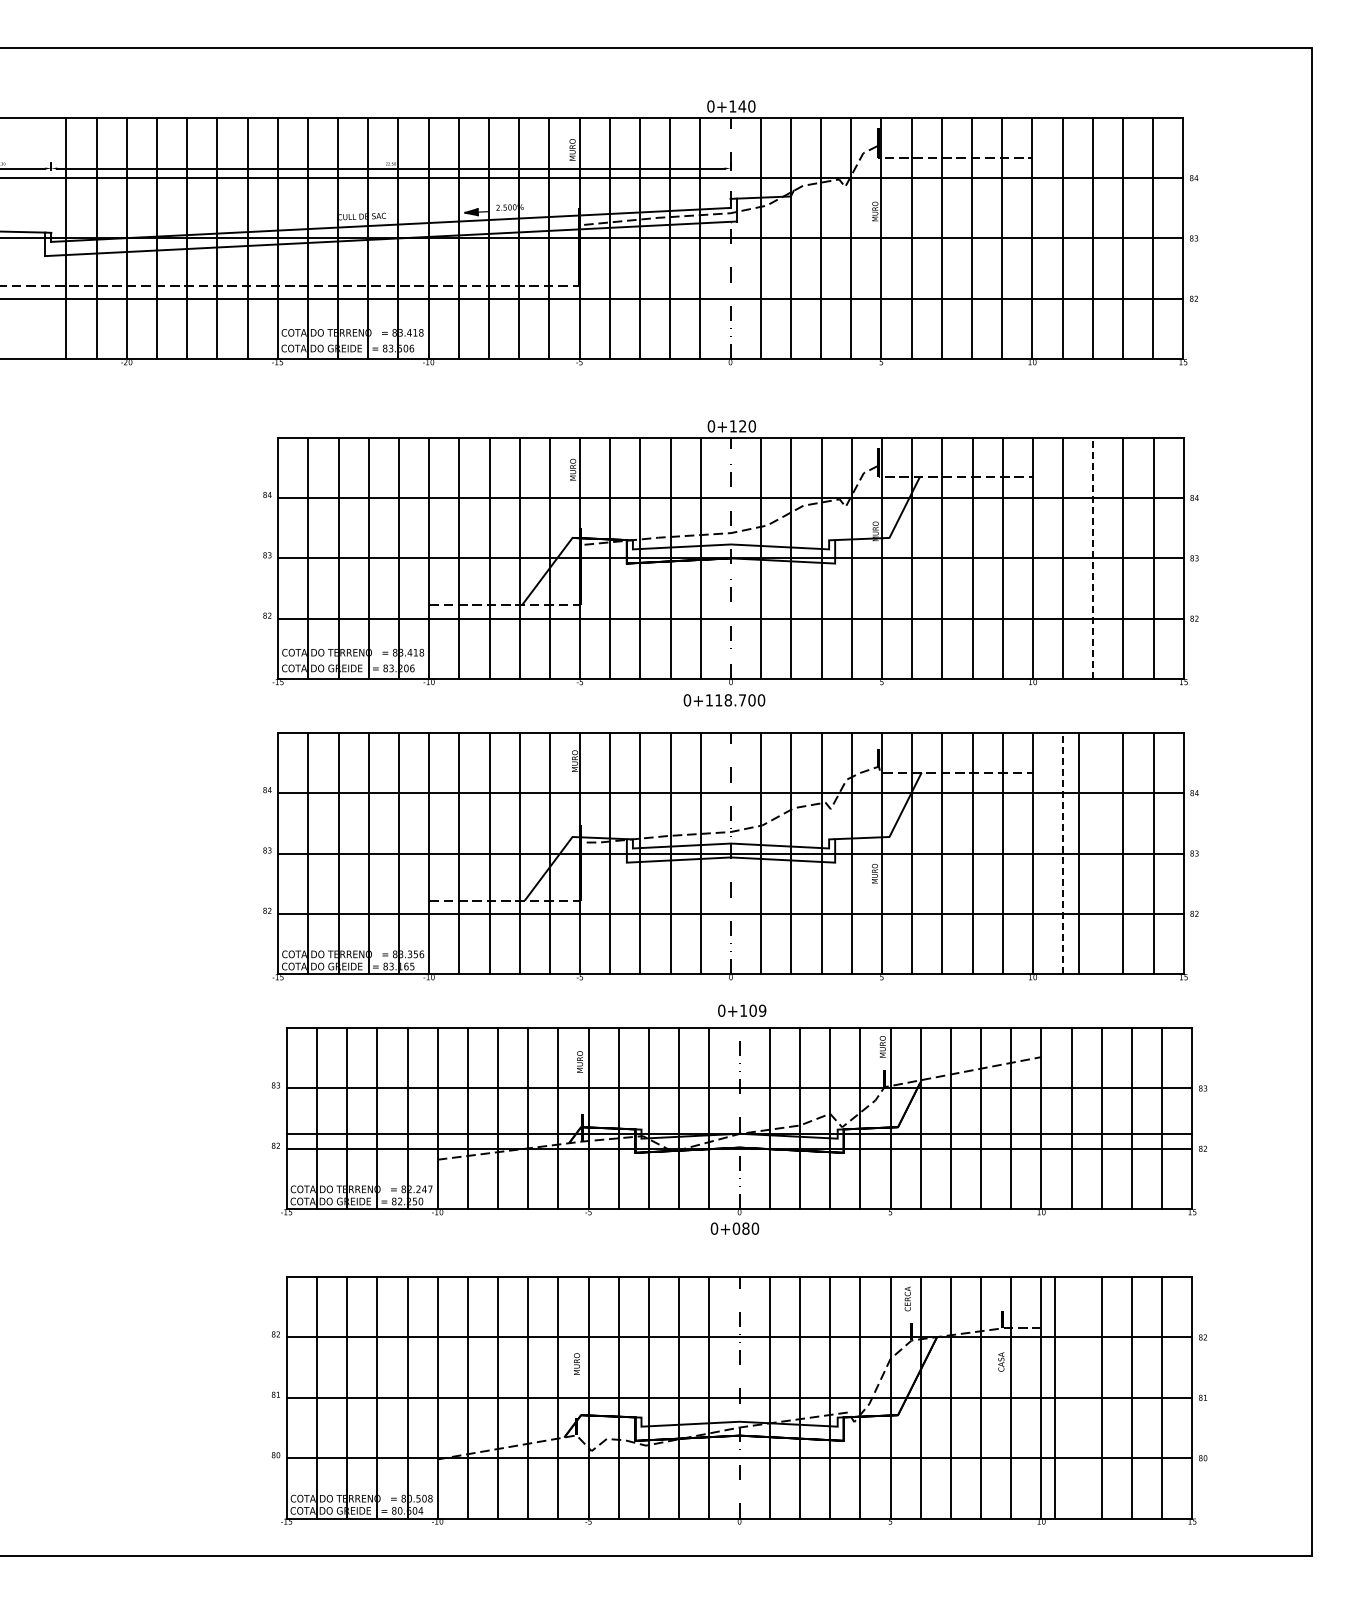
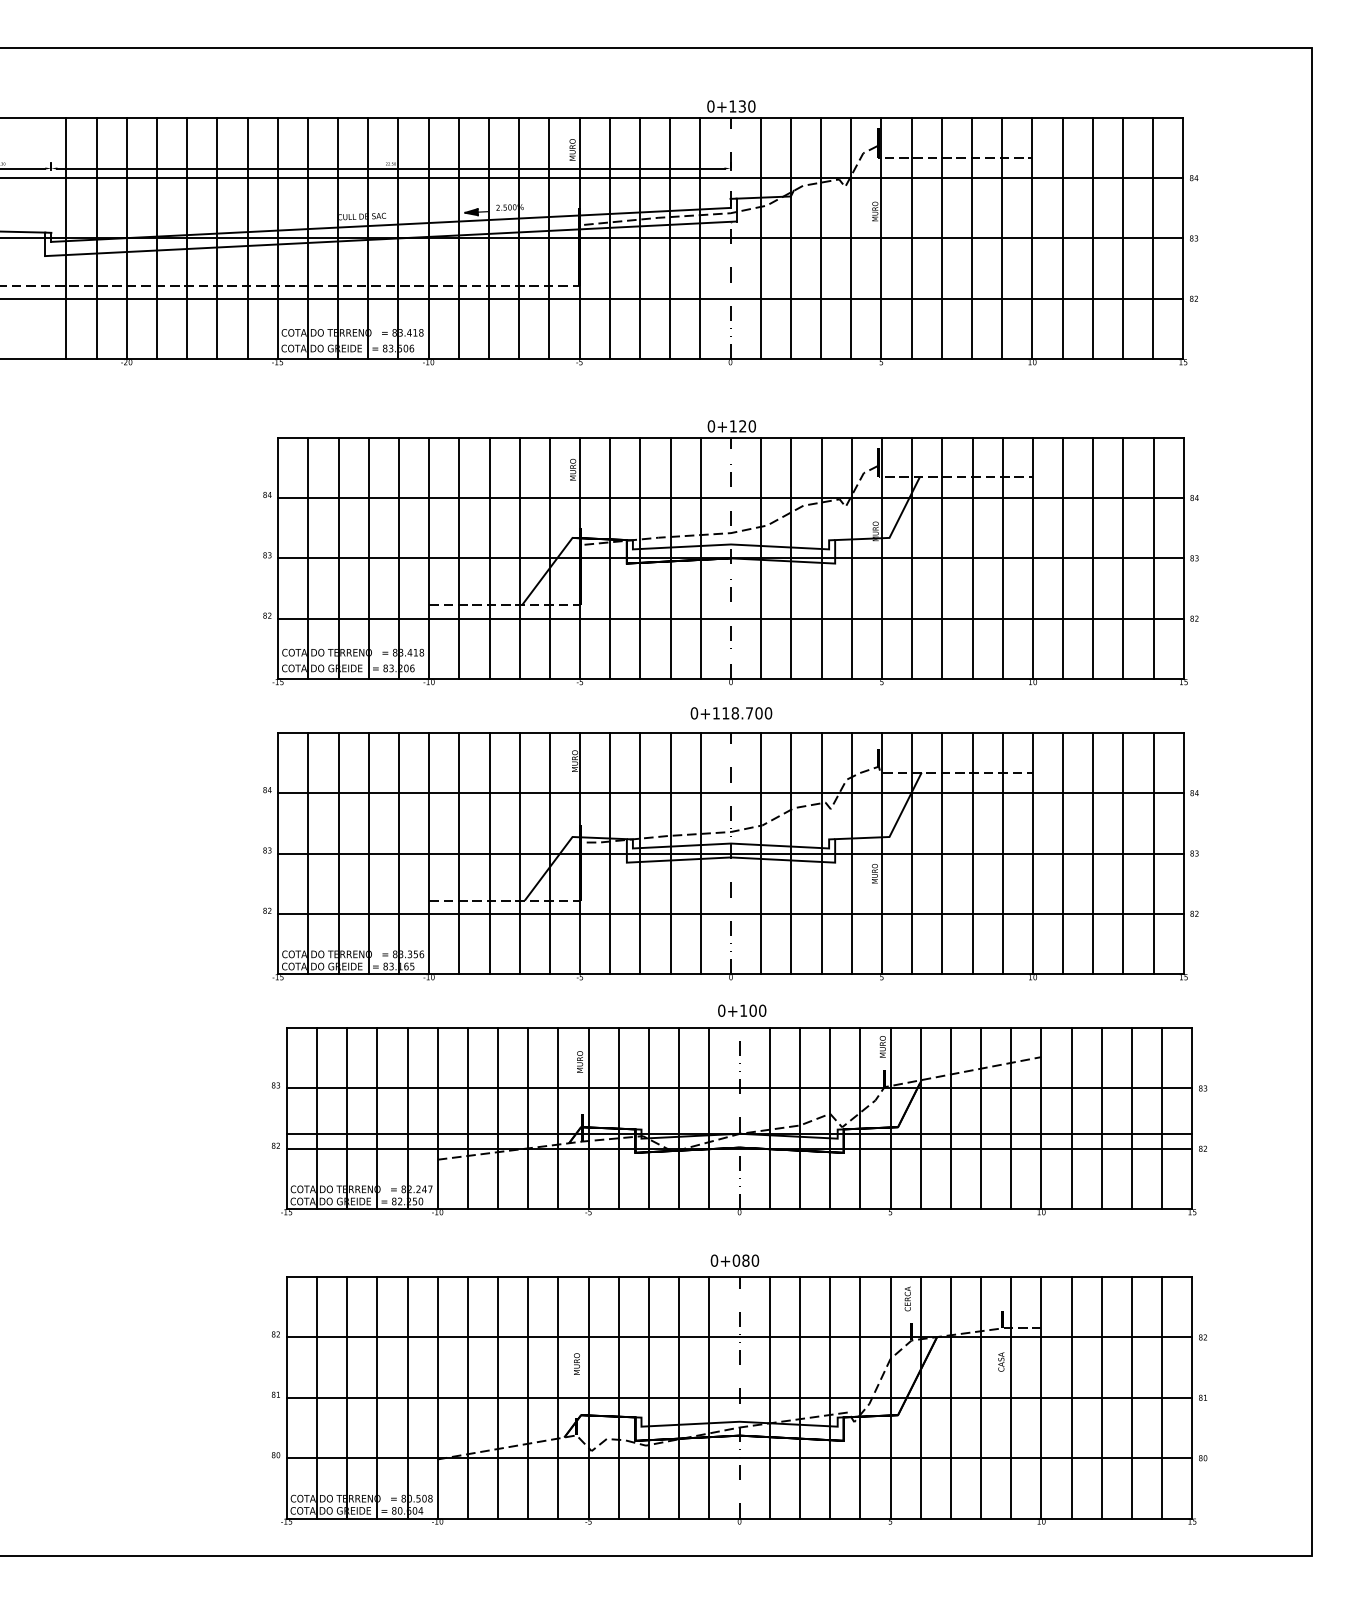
text at (742, 106): 0+140 -> 0+130
line at (1093, 558): dashed -> solid
text at (724, 700) position: (724, 700) -> (731, 713)
line at (1063, 853): dashed -> solid
line at (1079, 853) position: (1079, 853) -> (1093, 853)
text at (762, 1010): 0+109 -> 0+100
text at (734, 1228) position: (734, 1228) -> (734, 1260)
line at (1054, 1397) position: (1054, 1397) -> (1071, 1397)
